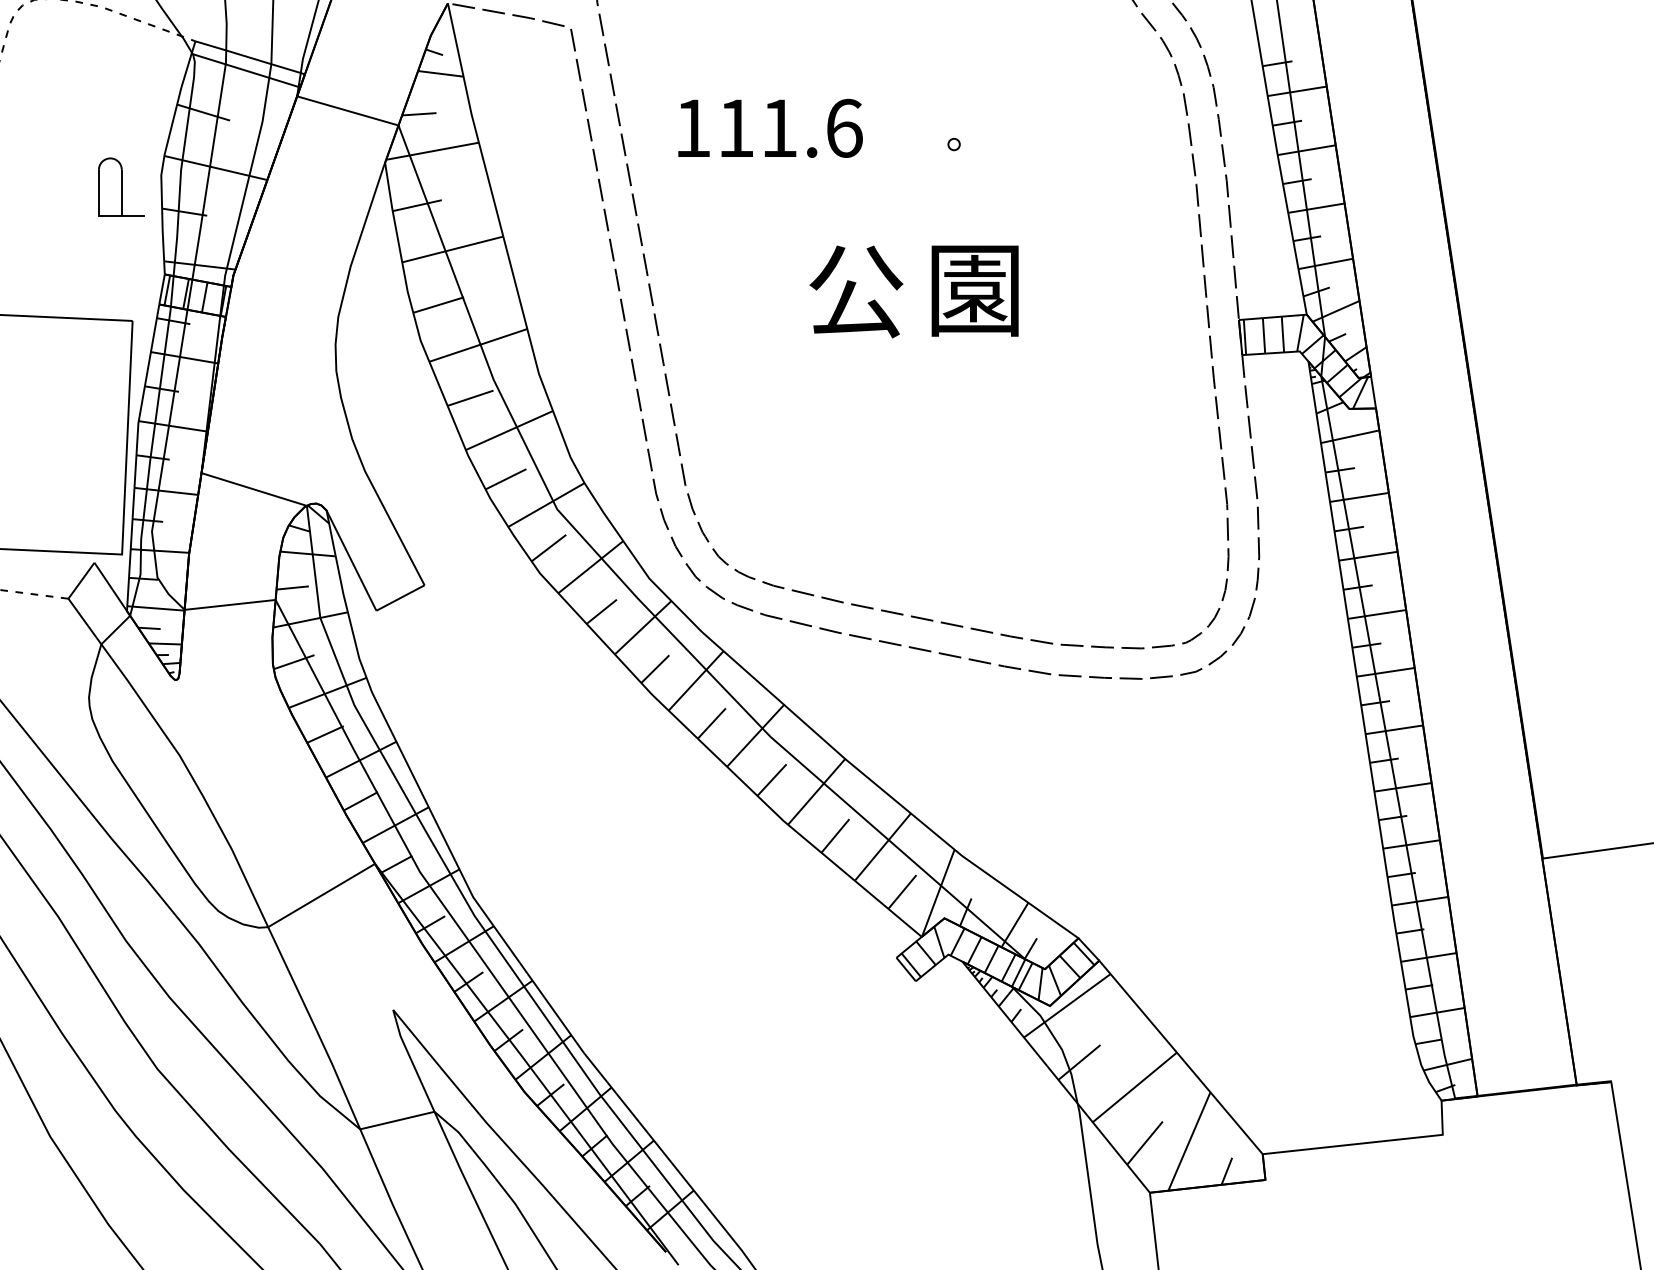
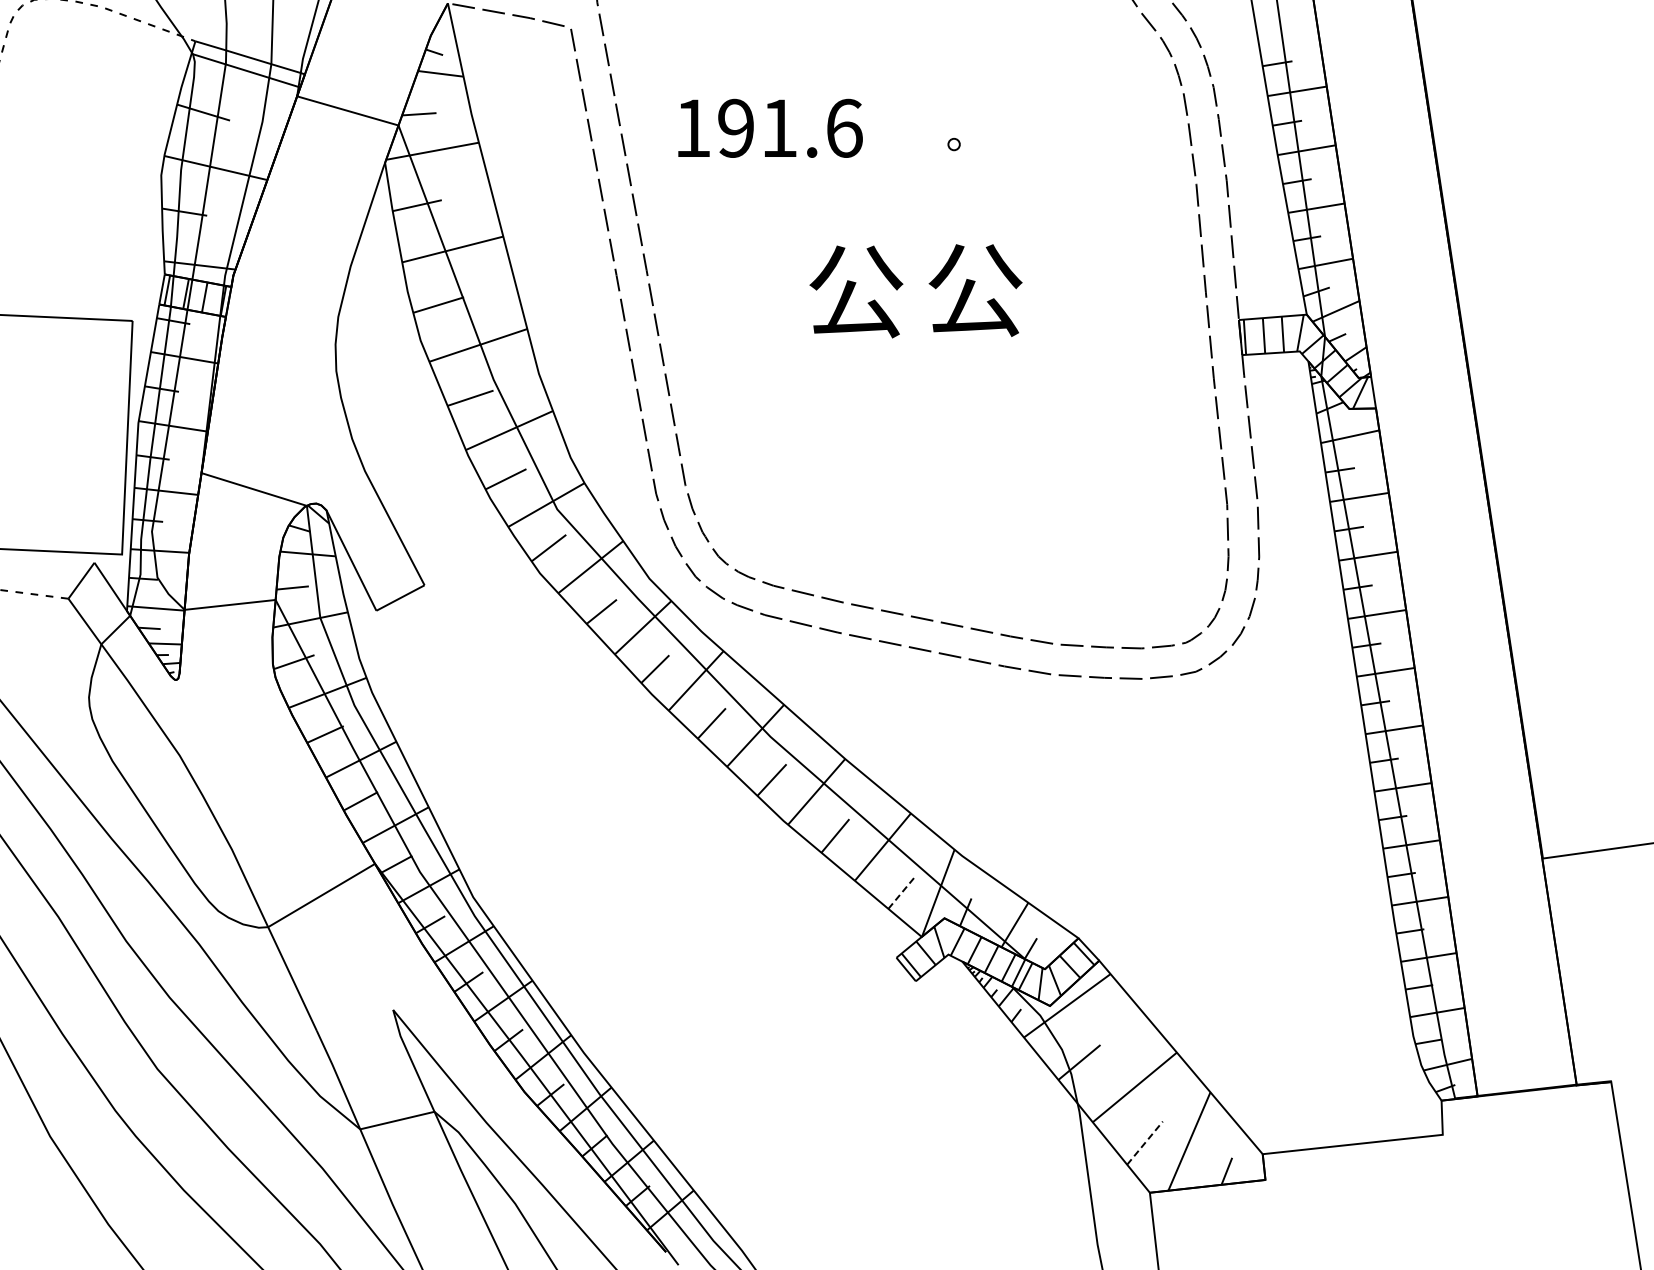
text at (735, 127): 111.6 -> 191.6
part at (121, 186): present -> none
text at (975, 290): 園 -> 公
line at (902, 892): solid -> dashed
line at (1145, 1143): solid -> dashed
